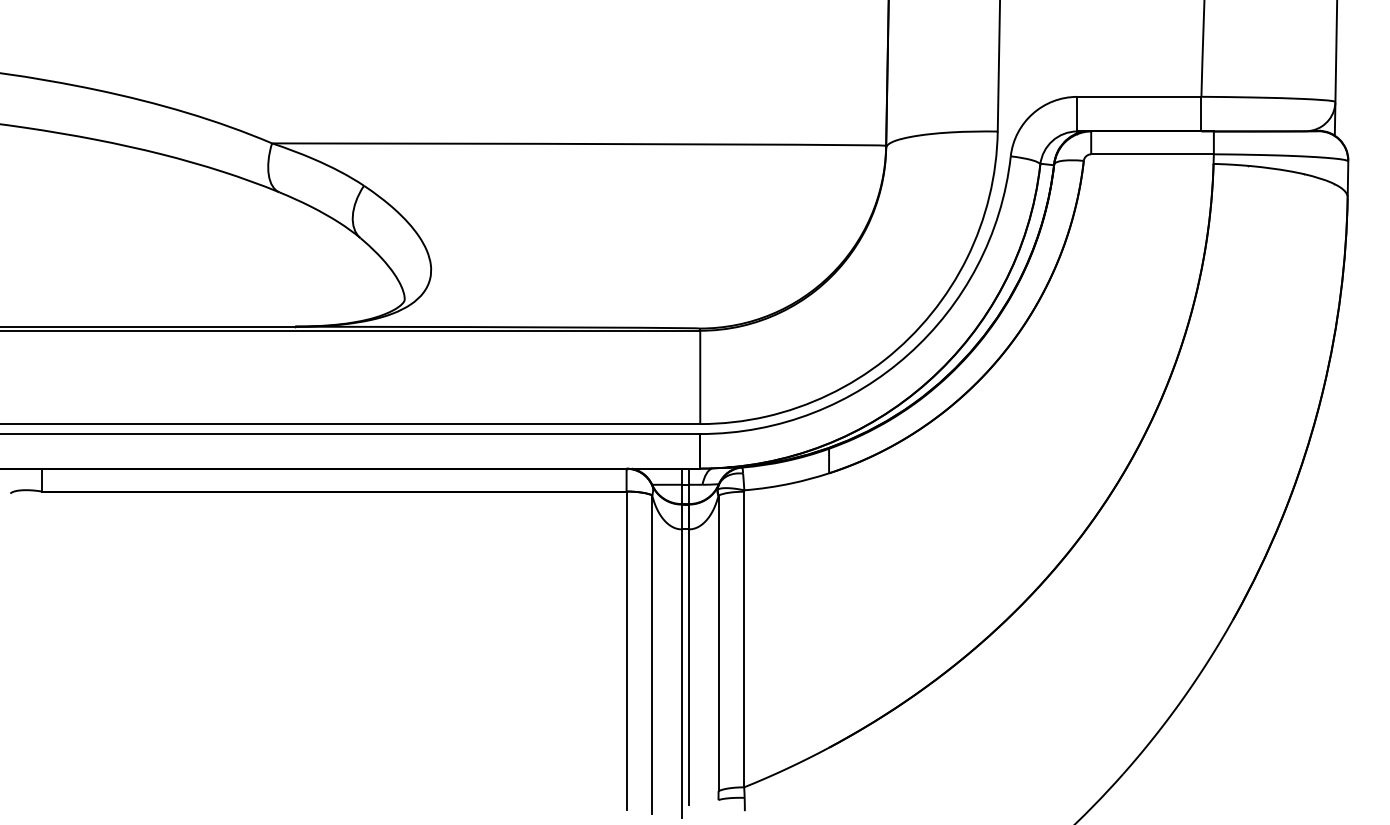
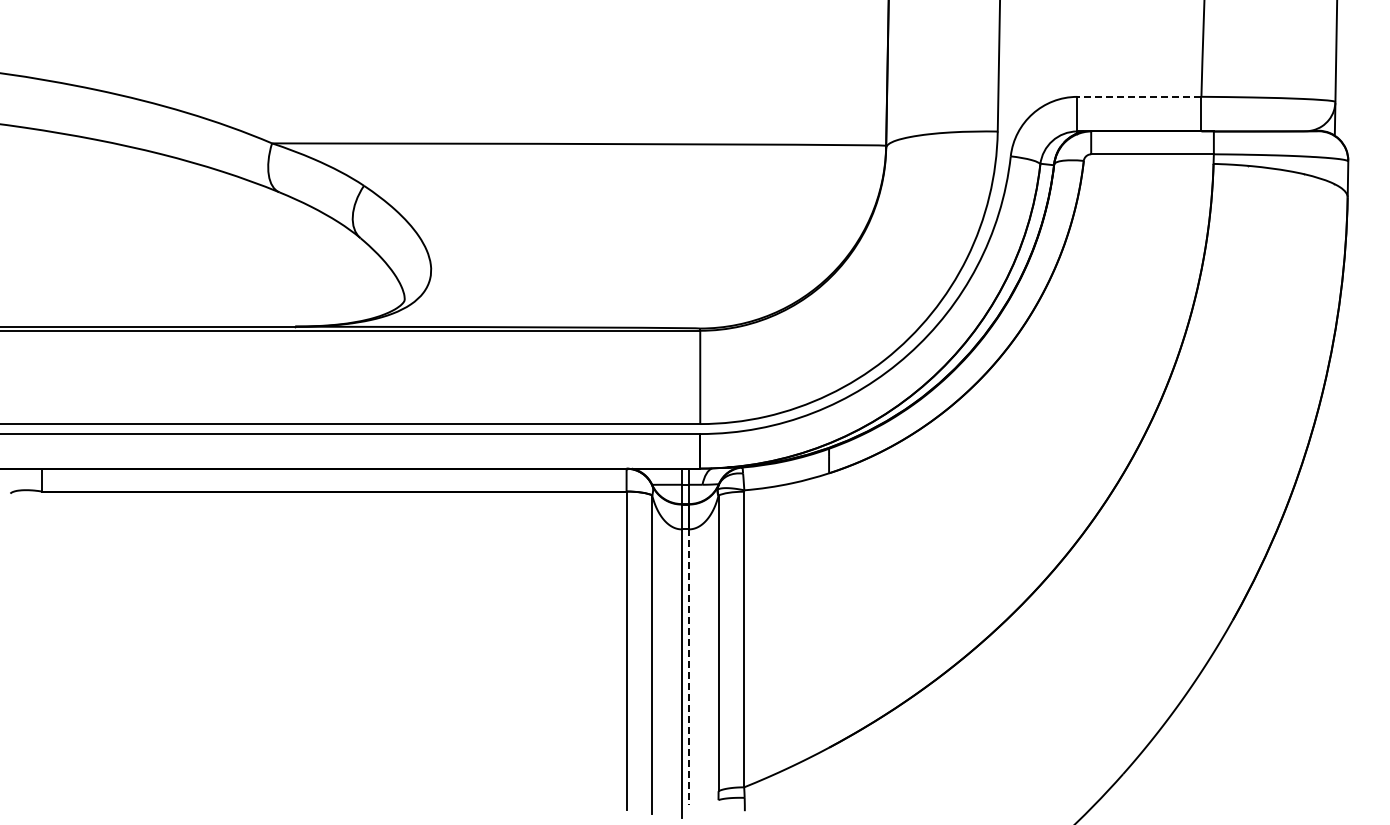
line at (1138, 96): solid -> dashed
line at (688, 666): solid -> dashed
